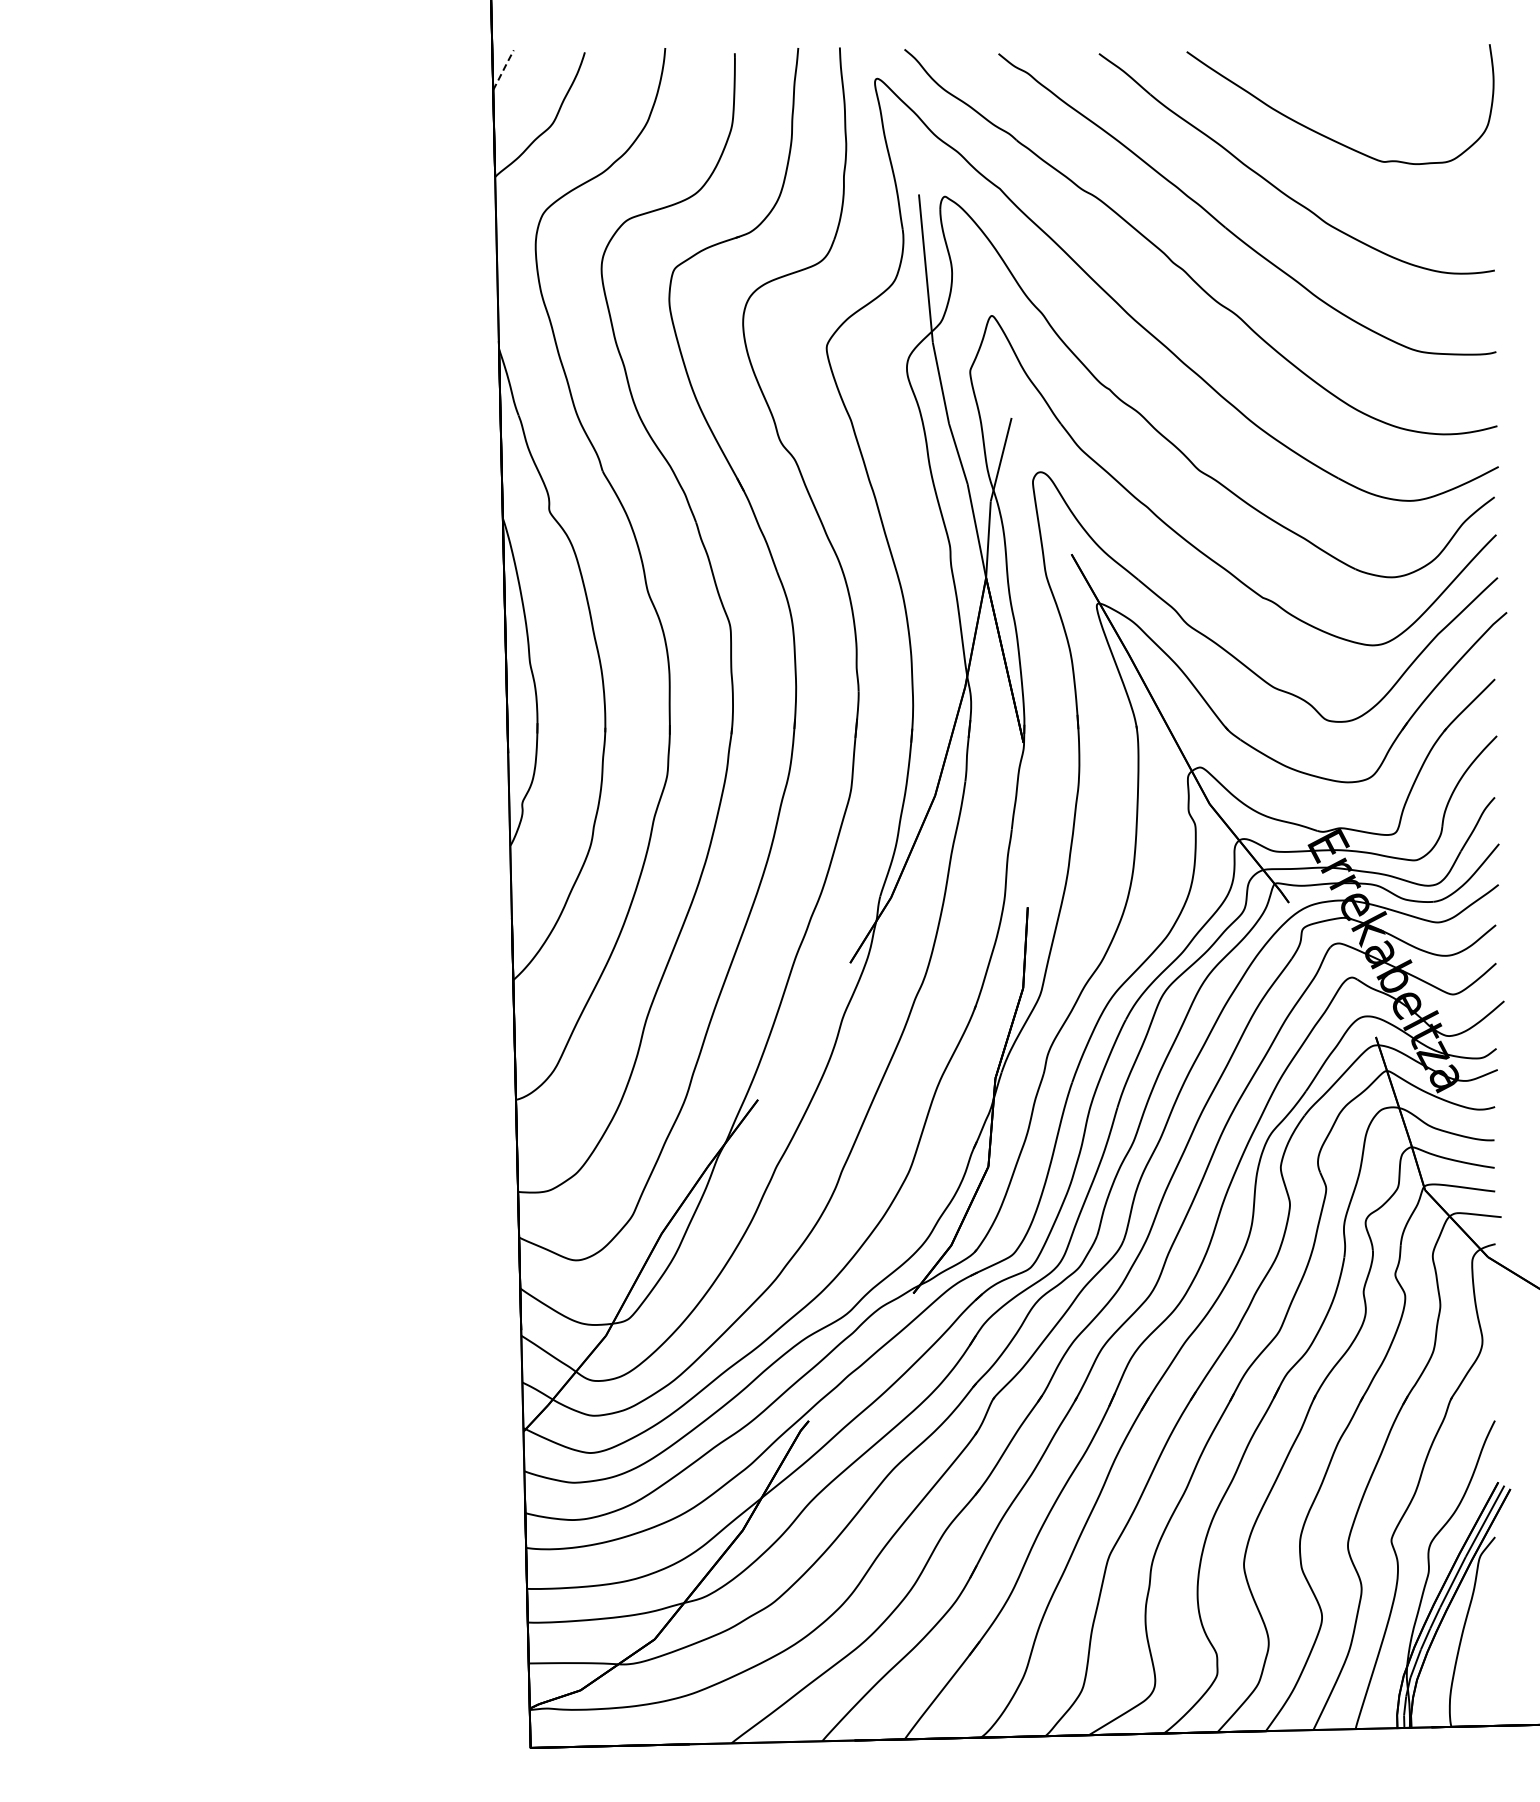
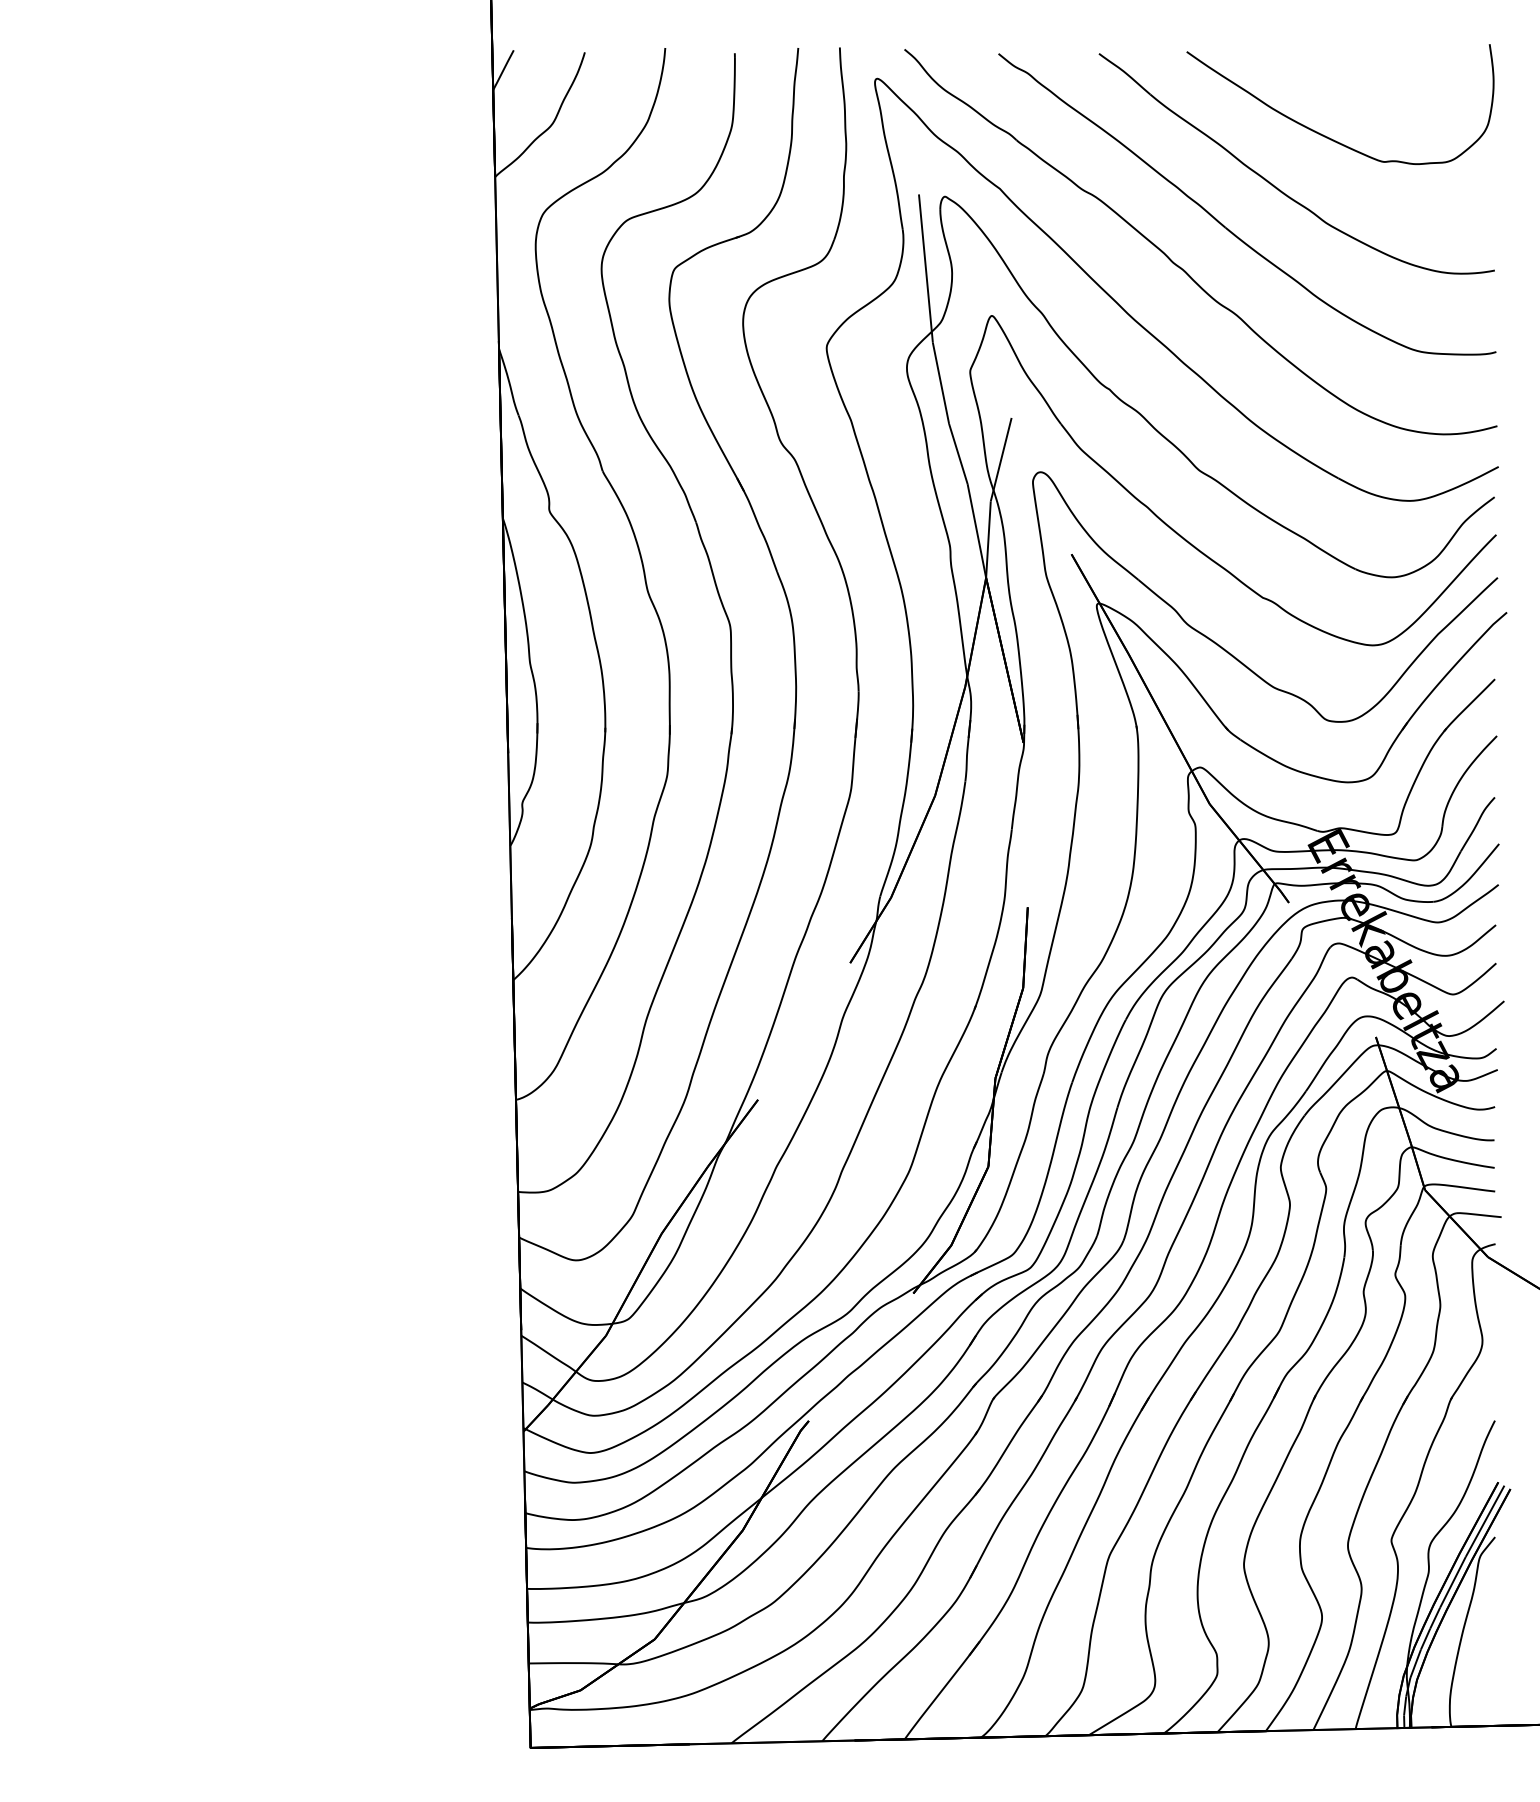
line at (503, 69): dashed -> solid
